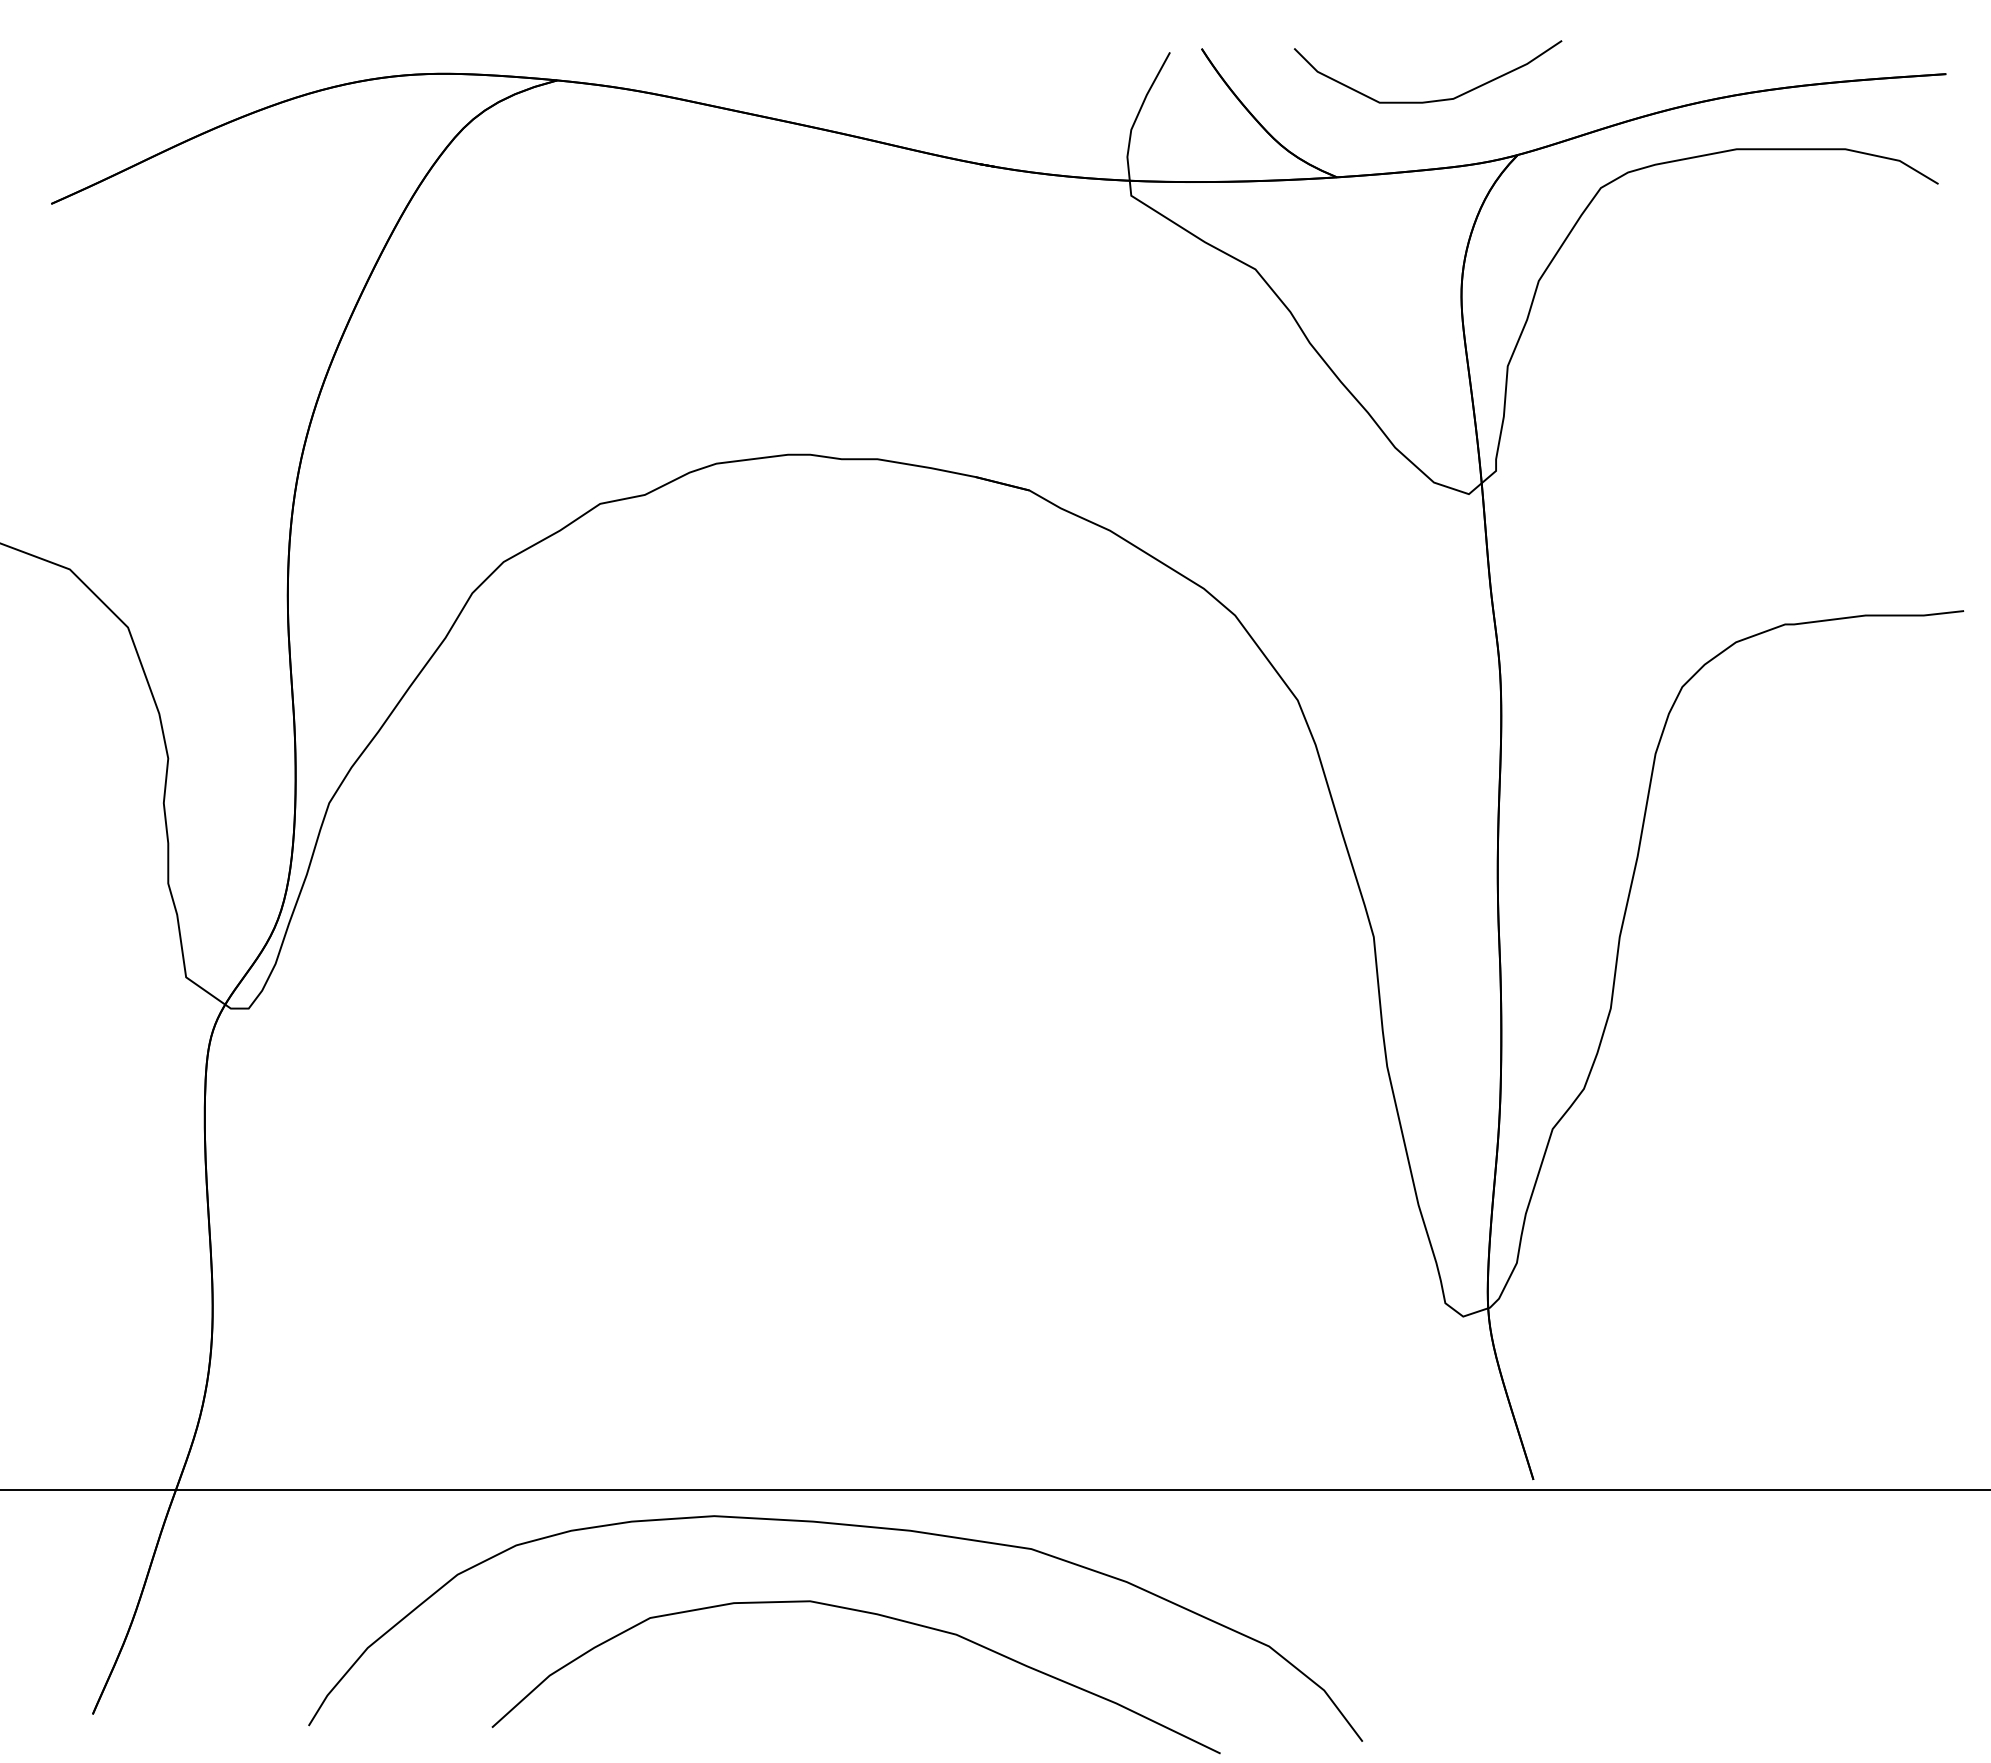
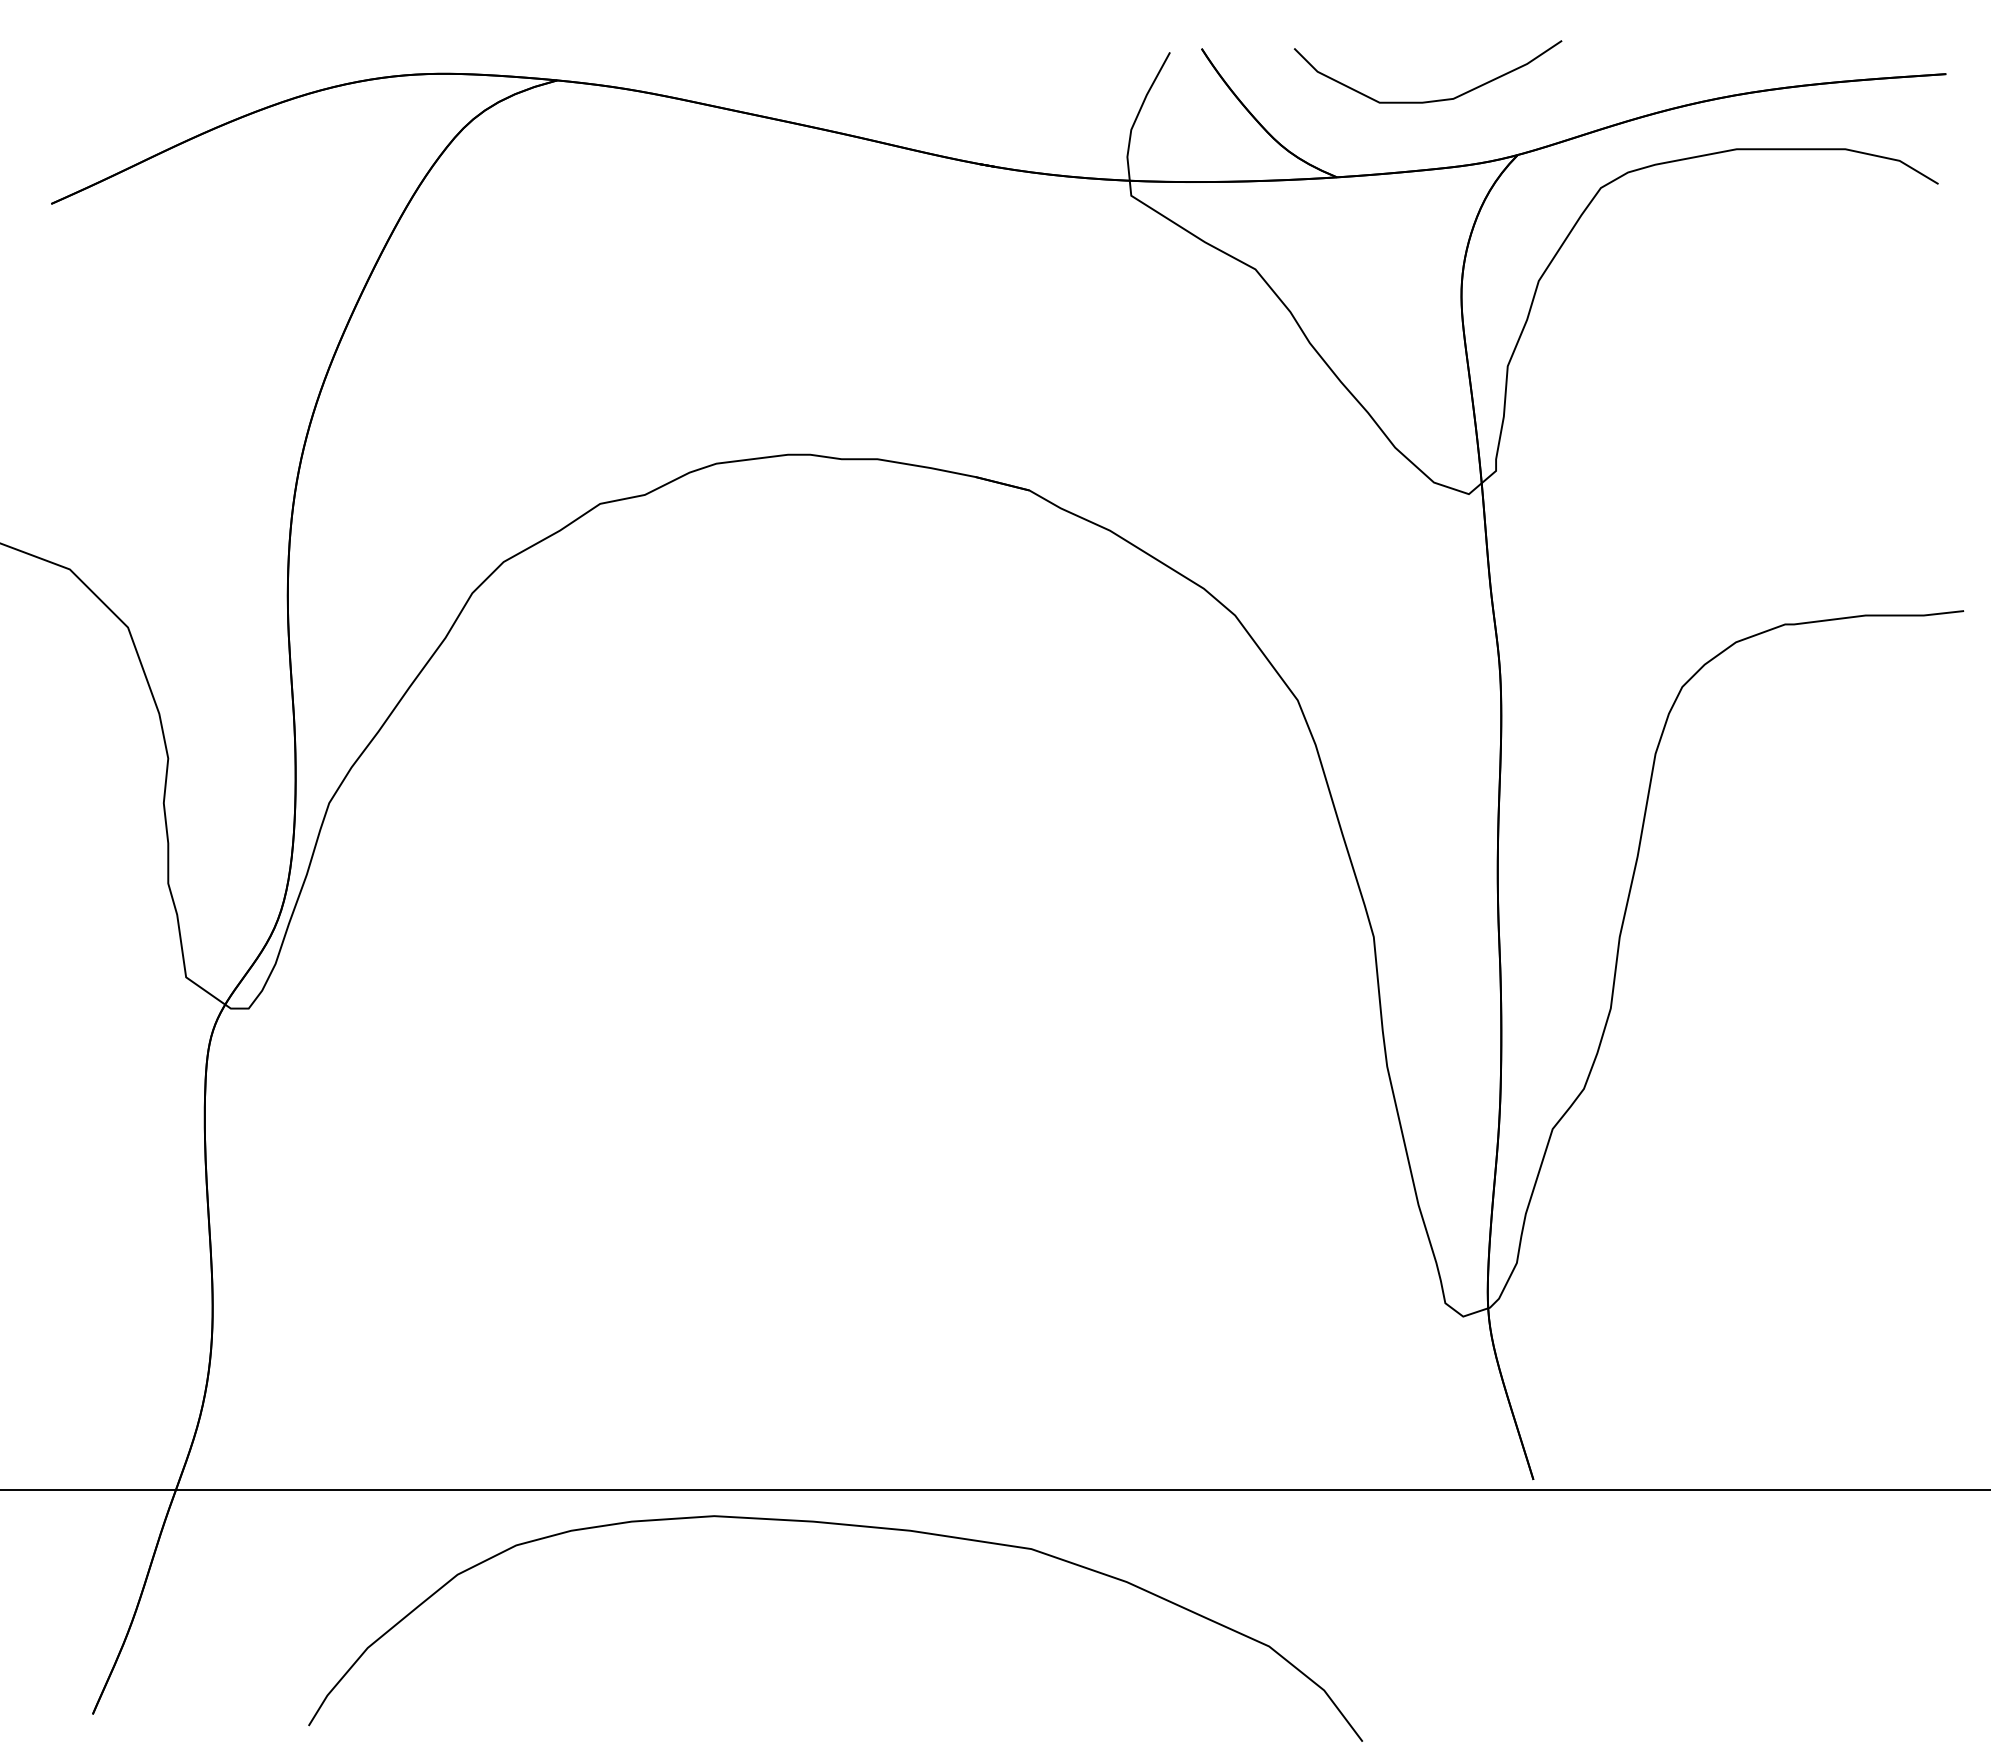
curve at (866, 1613): present -> none
